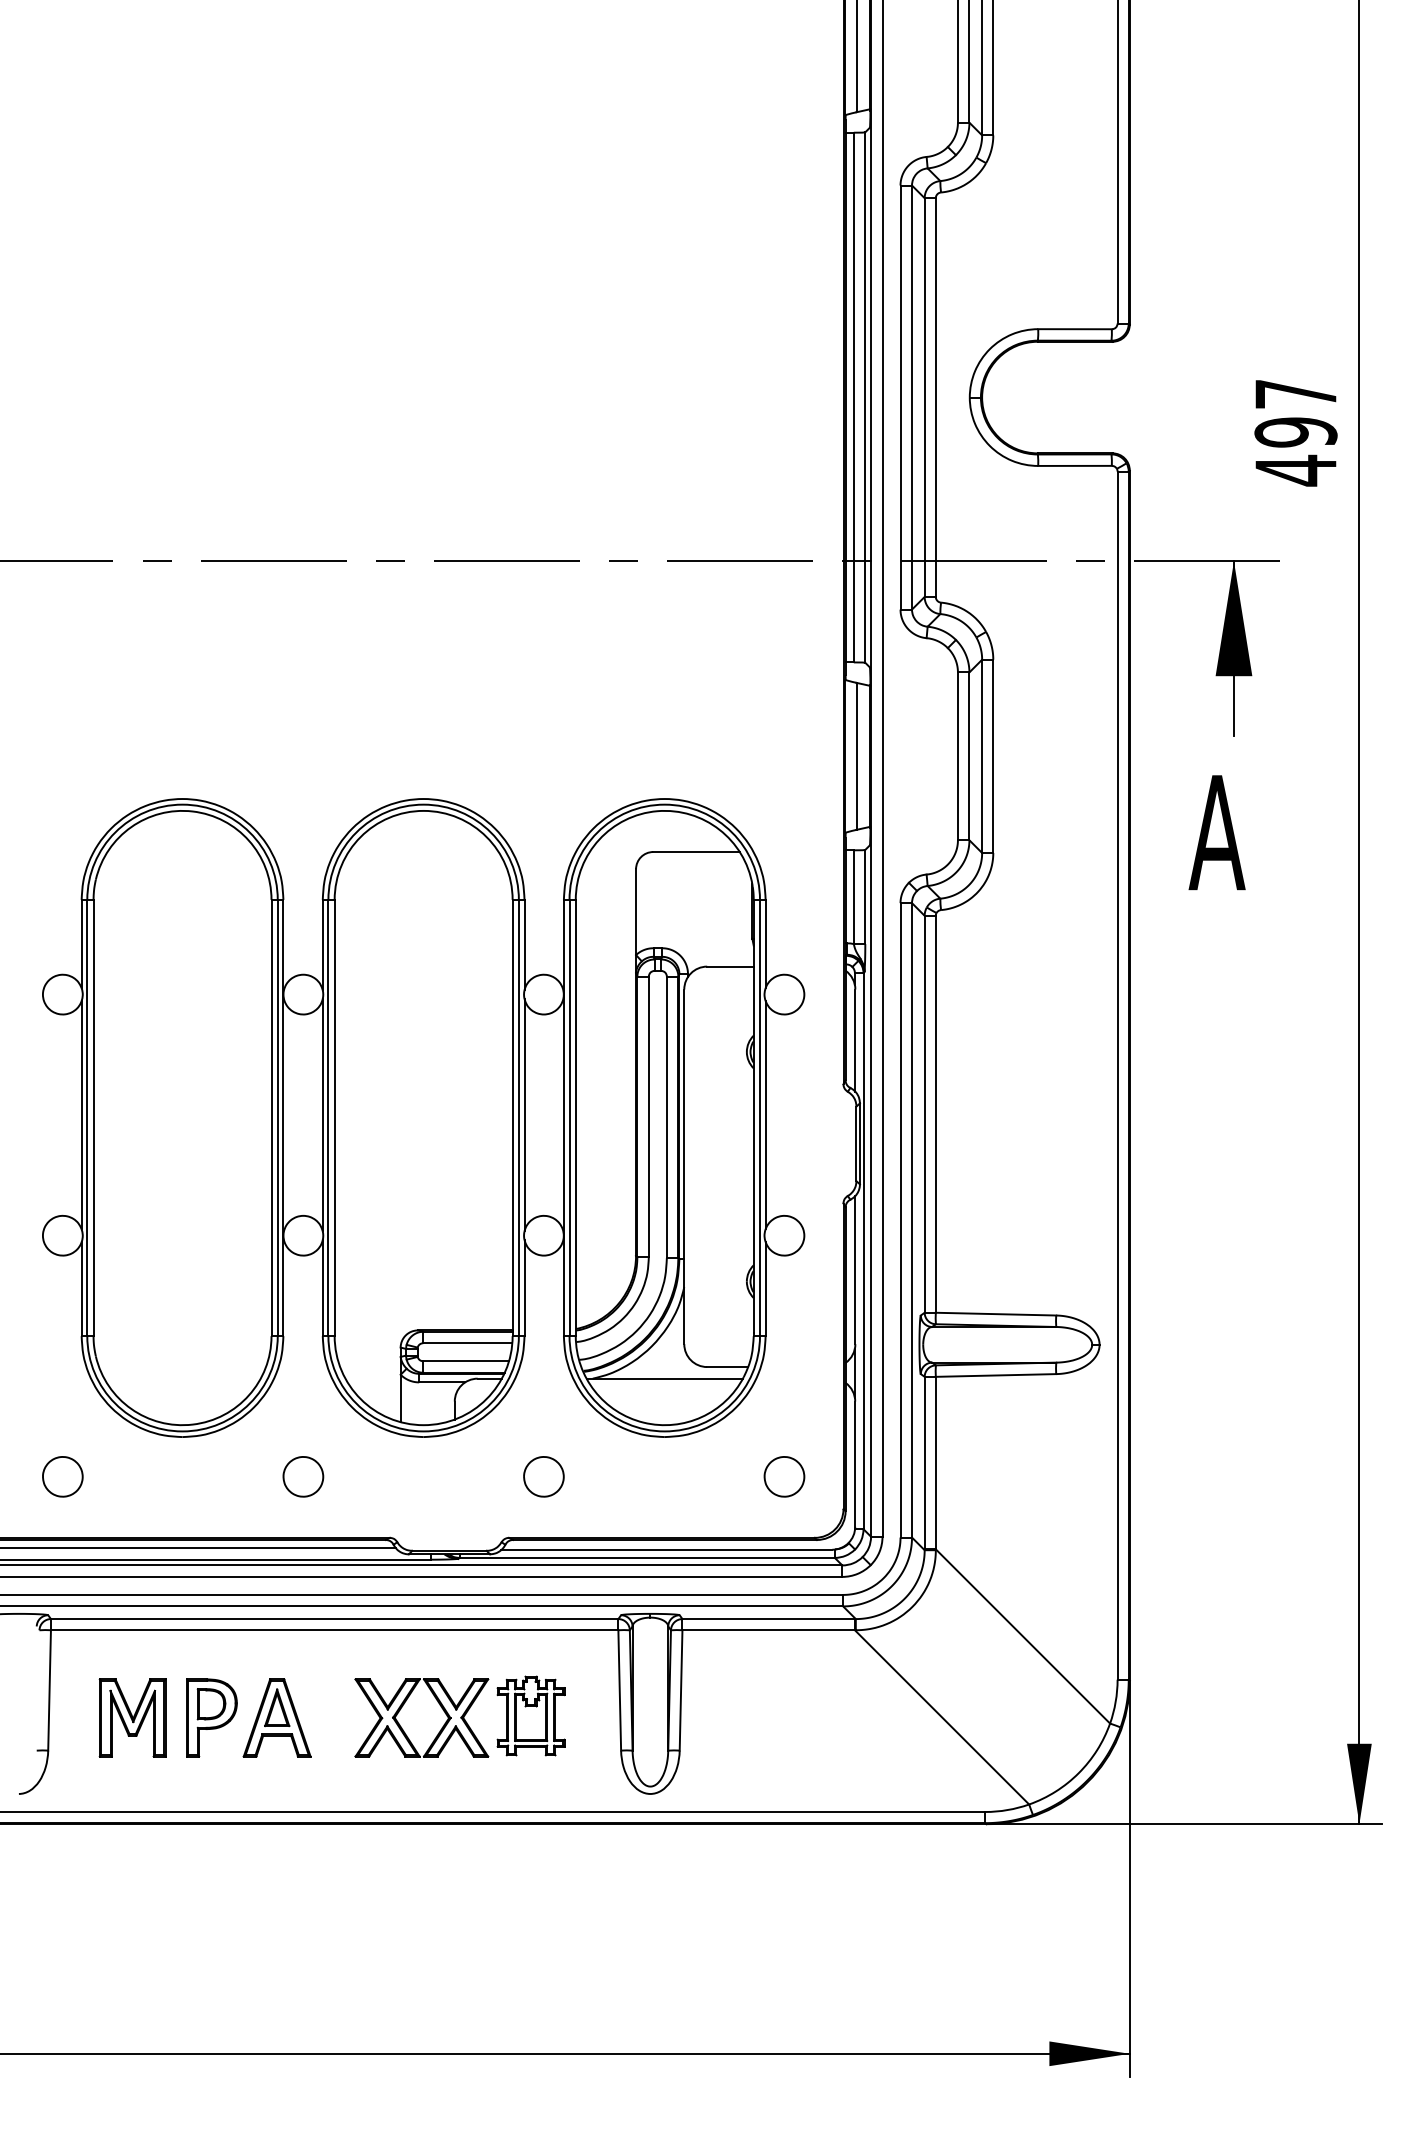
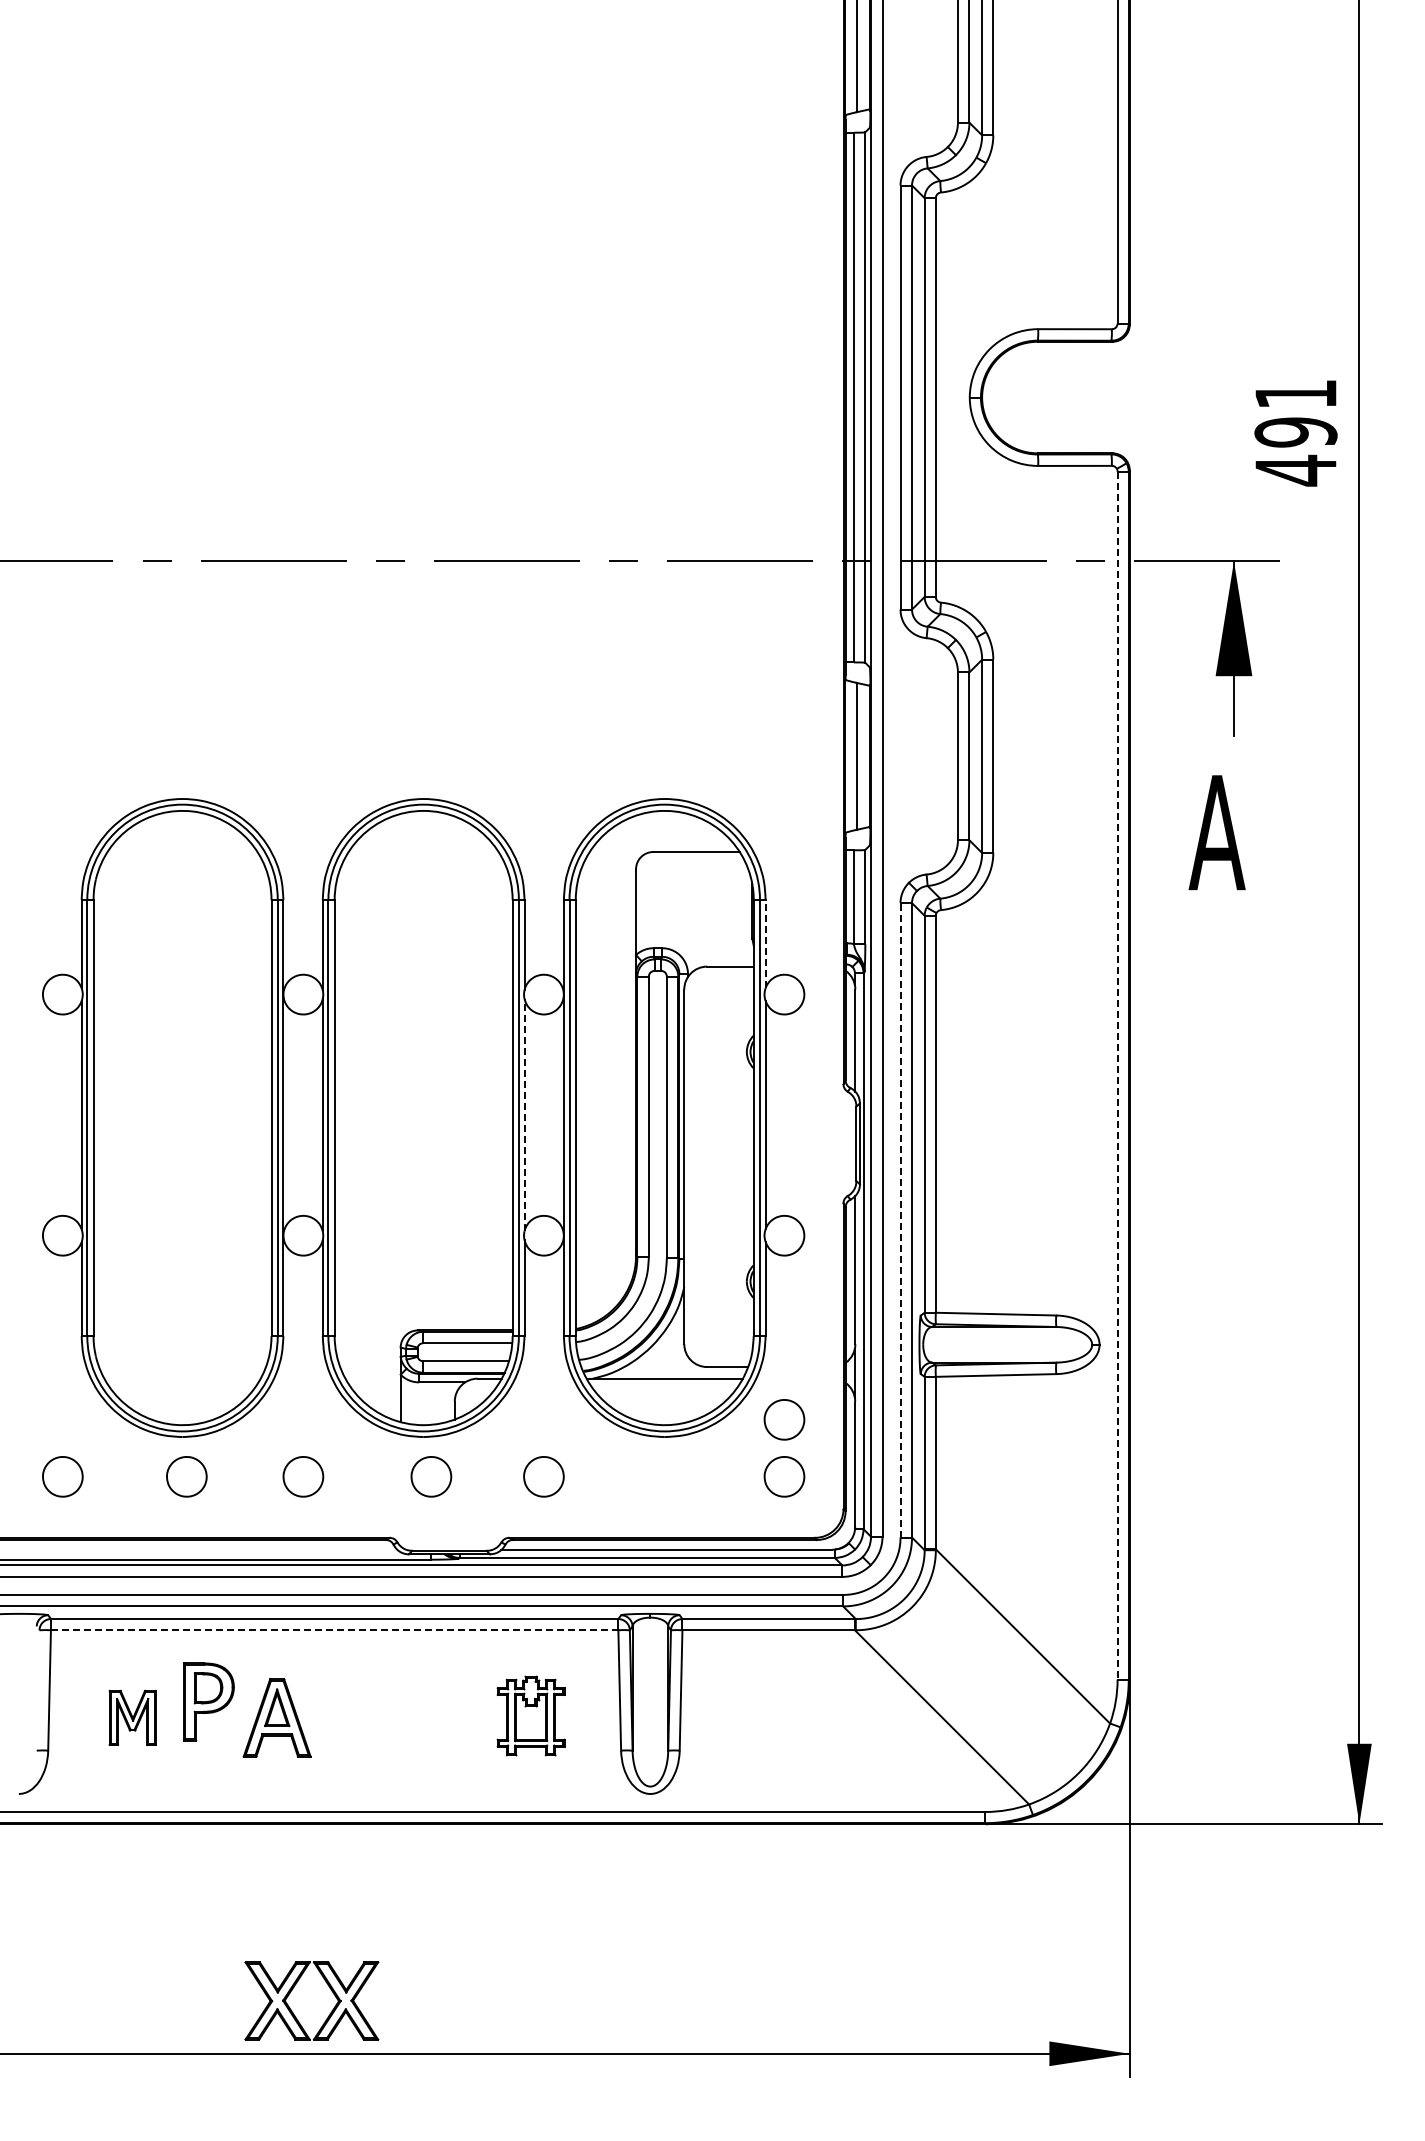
text at (1295, 394): 497 -> 491
line at (765, 943): solid -> dashed
line at (1117, 1076): solid -> dashed
line at (524, 1114): solid -> dashed
line at (900, 1219): solid -> dashed
part at (784, 1419): none -> present
part at (186, 1476): none -> present
part at (431, 1476): none -> present
line at (199, 1548): present -> none
line at (334, 1630): solid -> dashed
part at (403, 1706) position: (403, 1706) -> (293, 1989)
part at (132, 1717) size: 69x80 px -> 49x57 px
part at (211, 1717) position: (211, 1717) -> (208, 1701)
